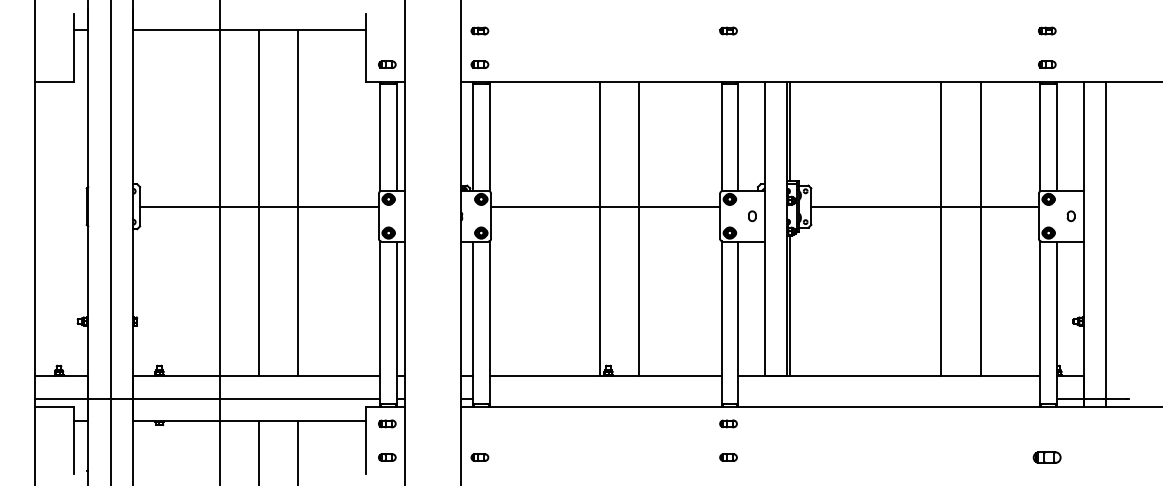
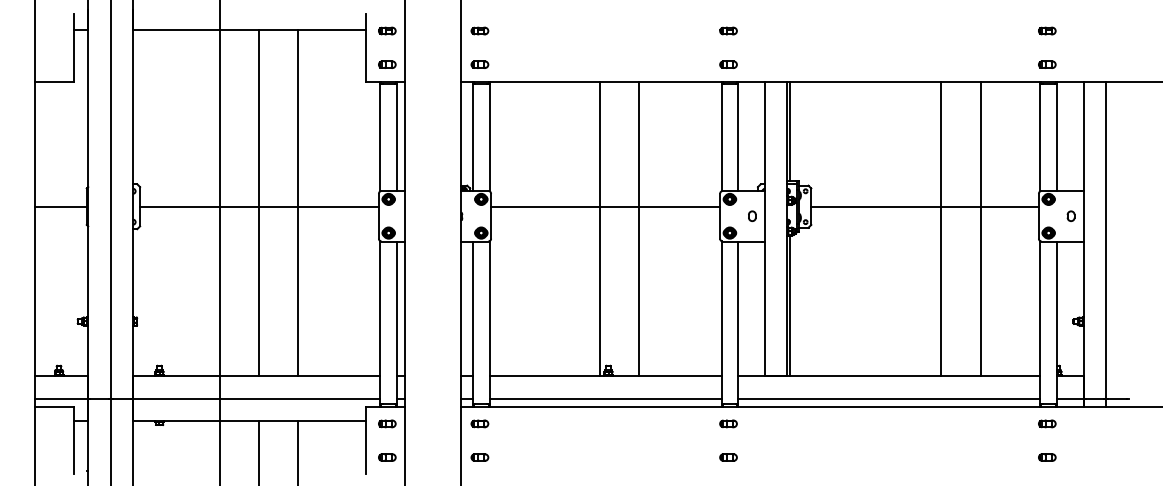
part at (387, 30): none -> present
part at (728, 64): none -> present
line at (60, 206): none -> present
line at (605, 398): none -> present
line at (889, 398): none -> present
part at (479, 423): none -> present
part at (1047, 423): none -> present
part at (1046, 457) size: 30x13 px -> 19x9 px
